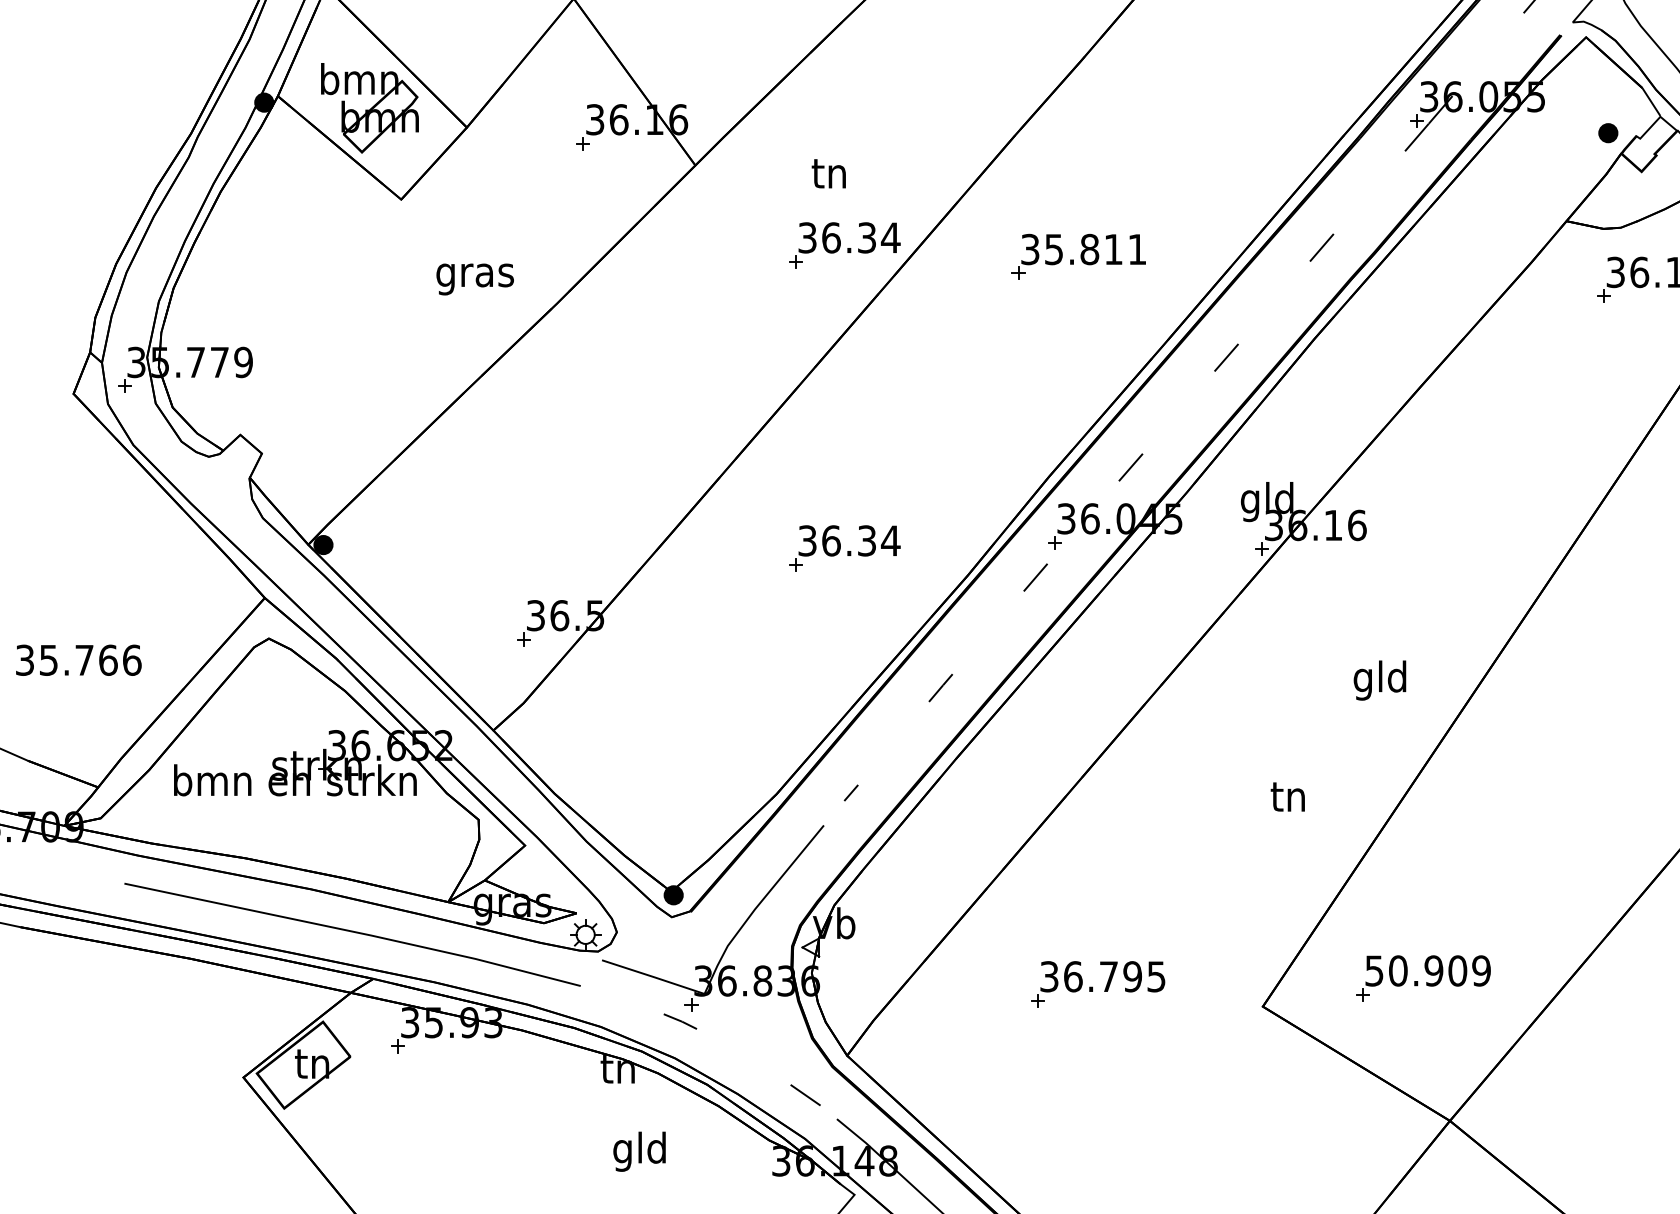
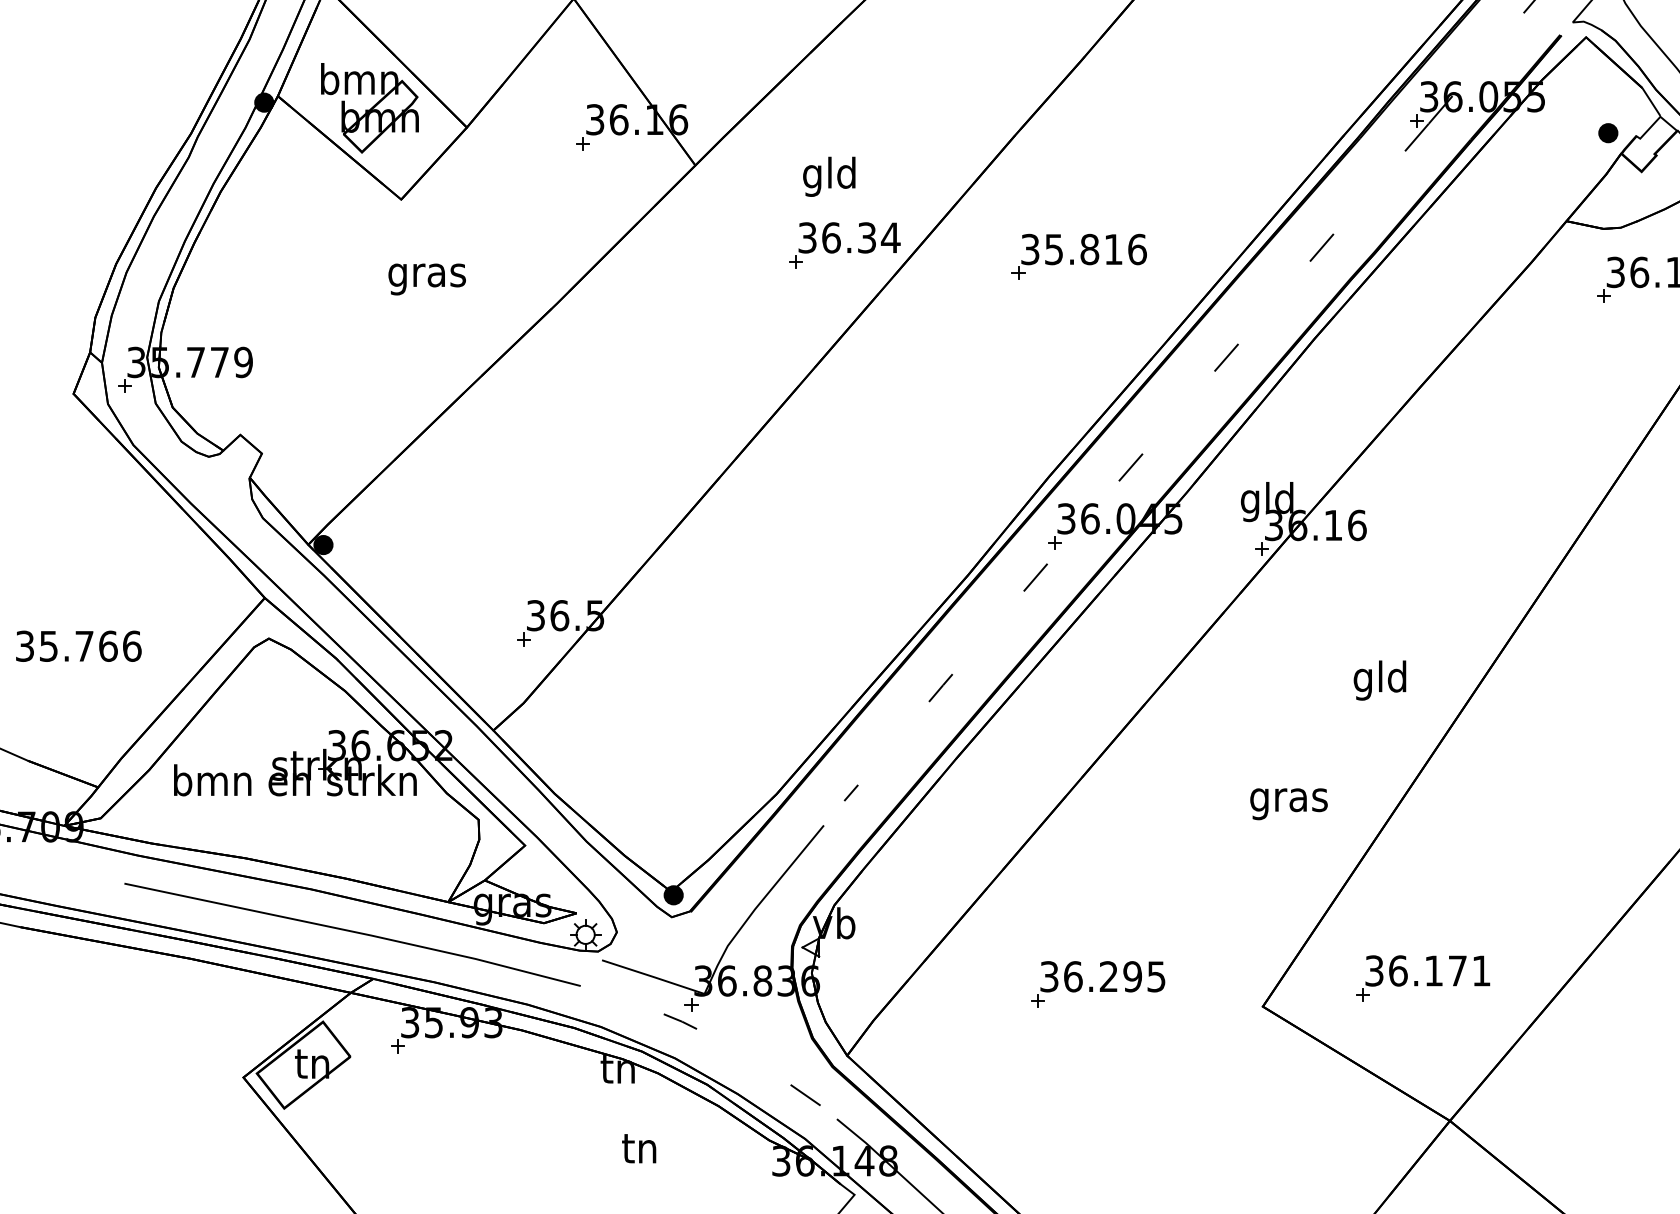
text at (829, 176): tn -> gld
text at (1137, 249): 35.811 -> 35.816
text at (474, 279) position: (474, 279) -> (426, 279)
part at (844, 548): present -> none
text at (78, 659) position: (78, 659) -> (78, 645)
text at (1288, 801): tn -> gras
text at (1428, 970): 50.909 -> 36.171
text at (1108, 976): 36.795 -> 36.295
text at (639, 1151): gld -> tn
